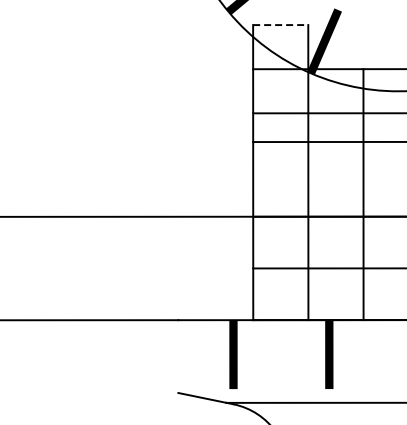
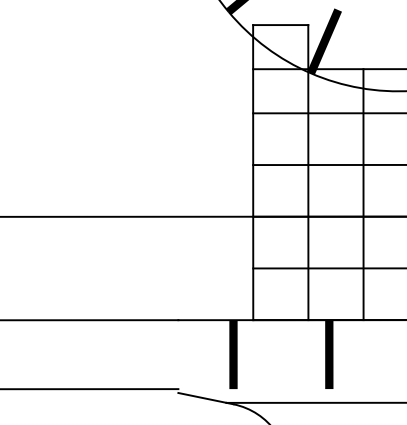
line at (280, 25): dashed -> solid
line at (328, 141) position: (328, 141) -> (328, 164)
line at (90, 389): none -> present
